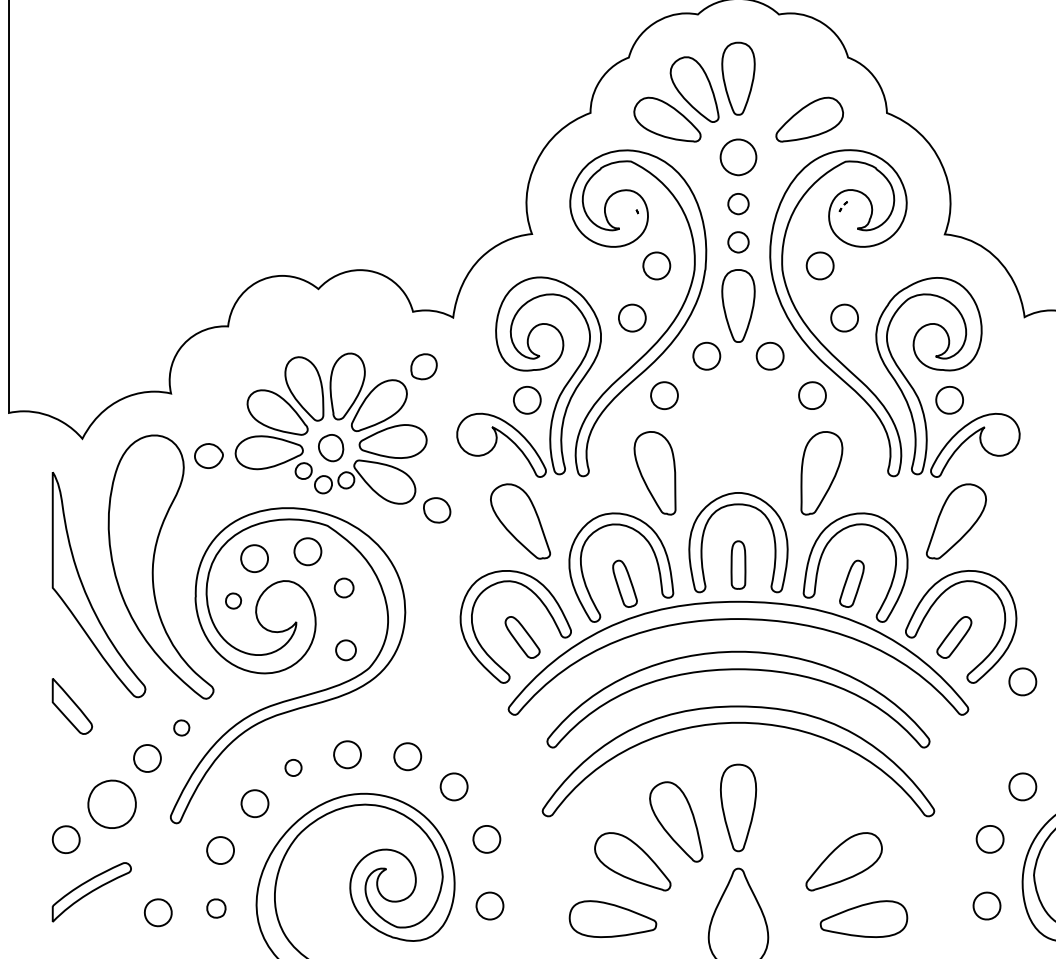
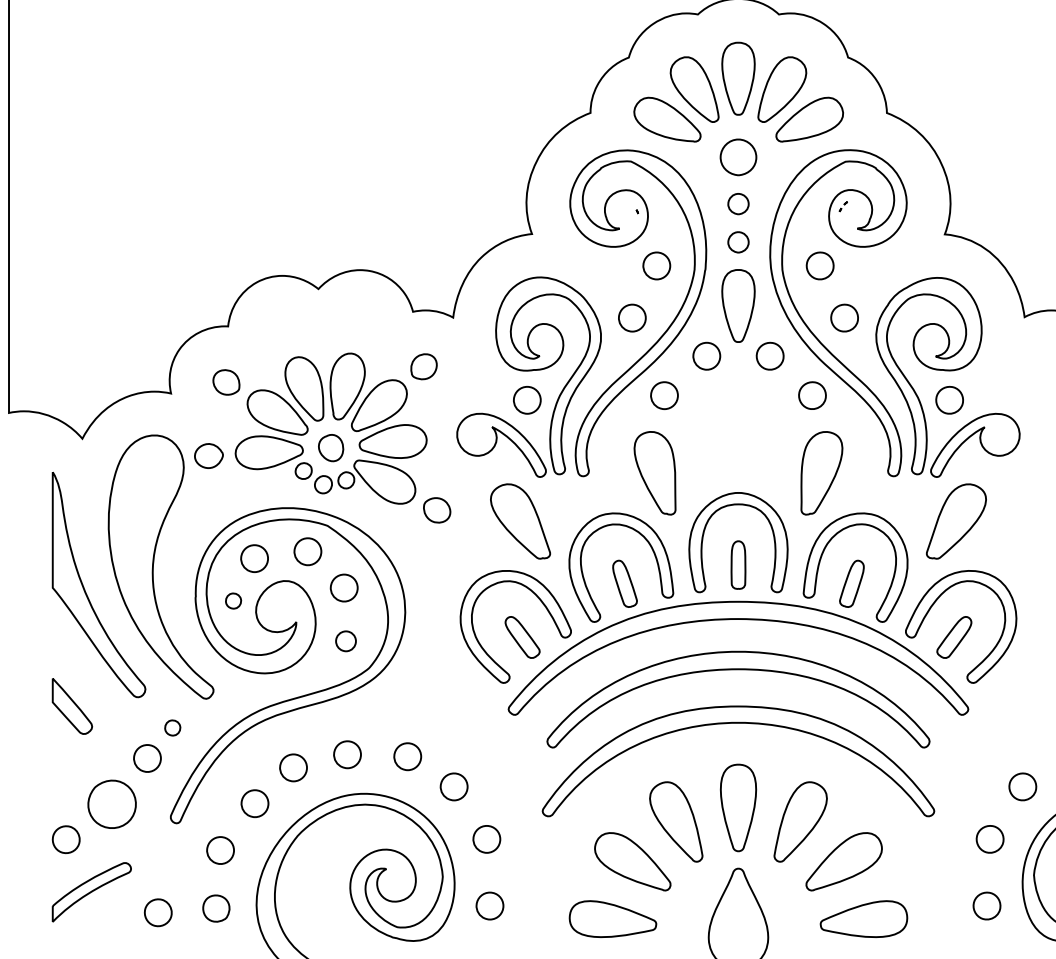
part at (782, 89): none -> present
part at (226, 382): none -> present
part at (343, 587) size: 22x22 px -> 30x30 px
part at (345, 650) position: (345, 650) -> (345, 641)
part at (1022, 681): present -> none
part at (181, 727) position: (181, 727) -> (172, 727)
part at (293, 767) size: 19x18 px -> 29x30 px
part at (800, 821): none -> present
part at (216, 908) size: 21x21 px -> 29x29 px
